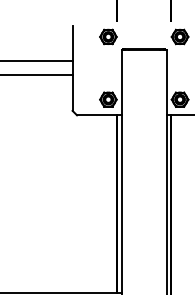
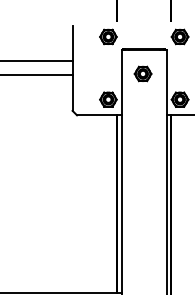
part at (142, 73): none -> present
